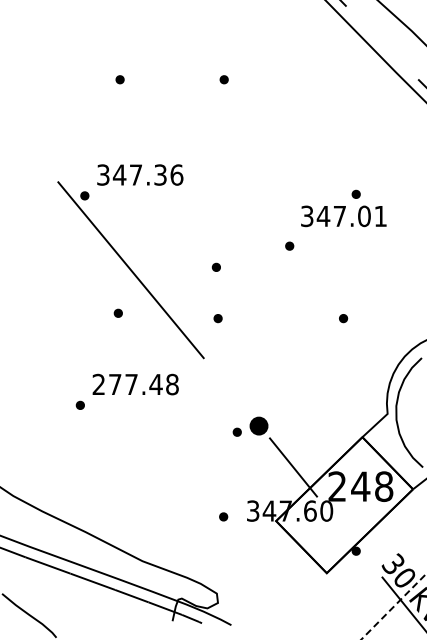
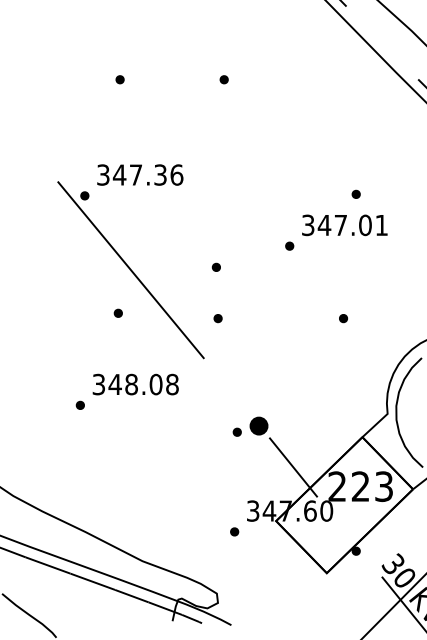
text at (343, 216) position: (343, 216) -> (344, 225)
text at (127, 384): 277.48 -> 348.08
text at (372, 486): 248 -> 223
part at (223, 516) position: (223, 516) -> (234, 531)
line at (393, 606): dashed -> solid
